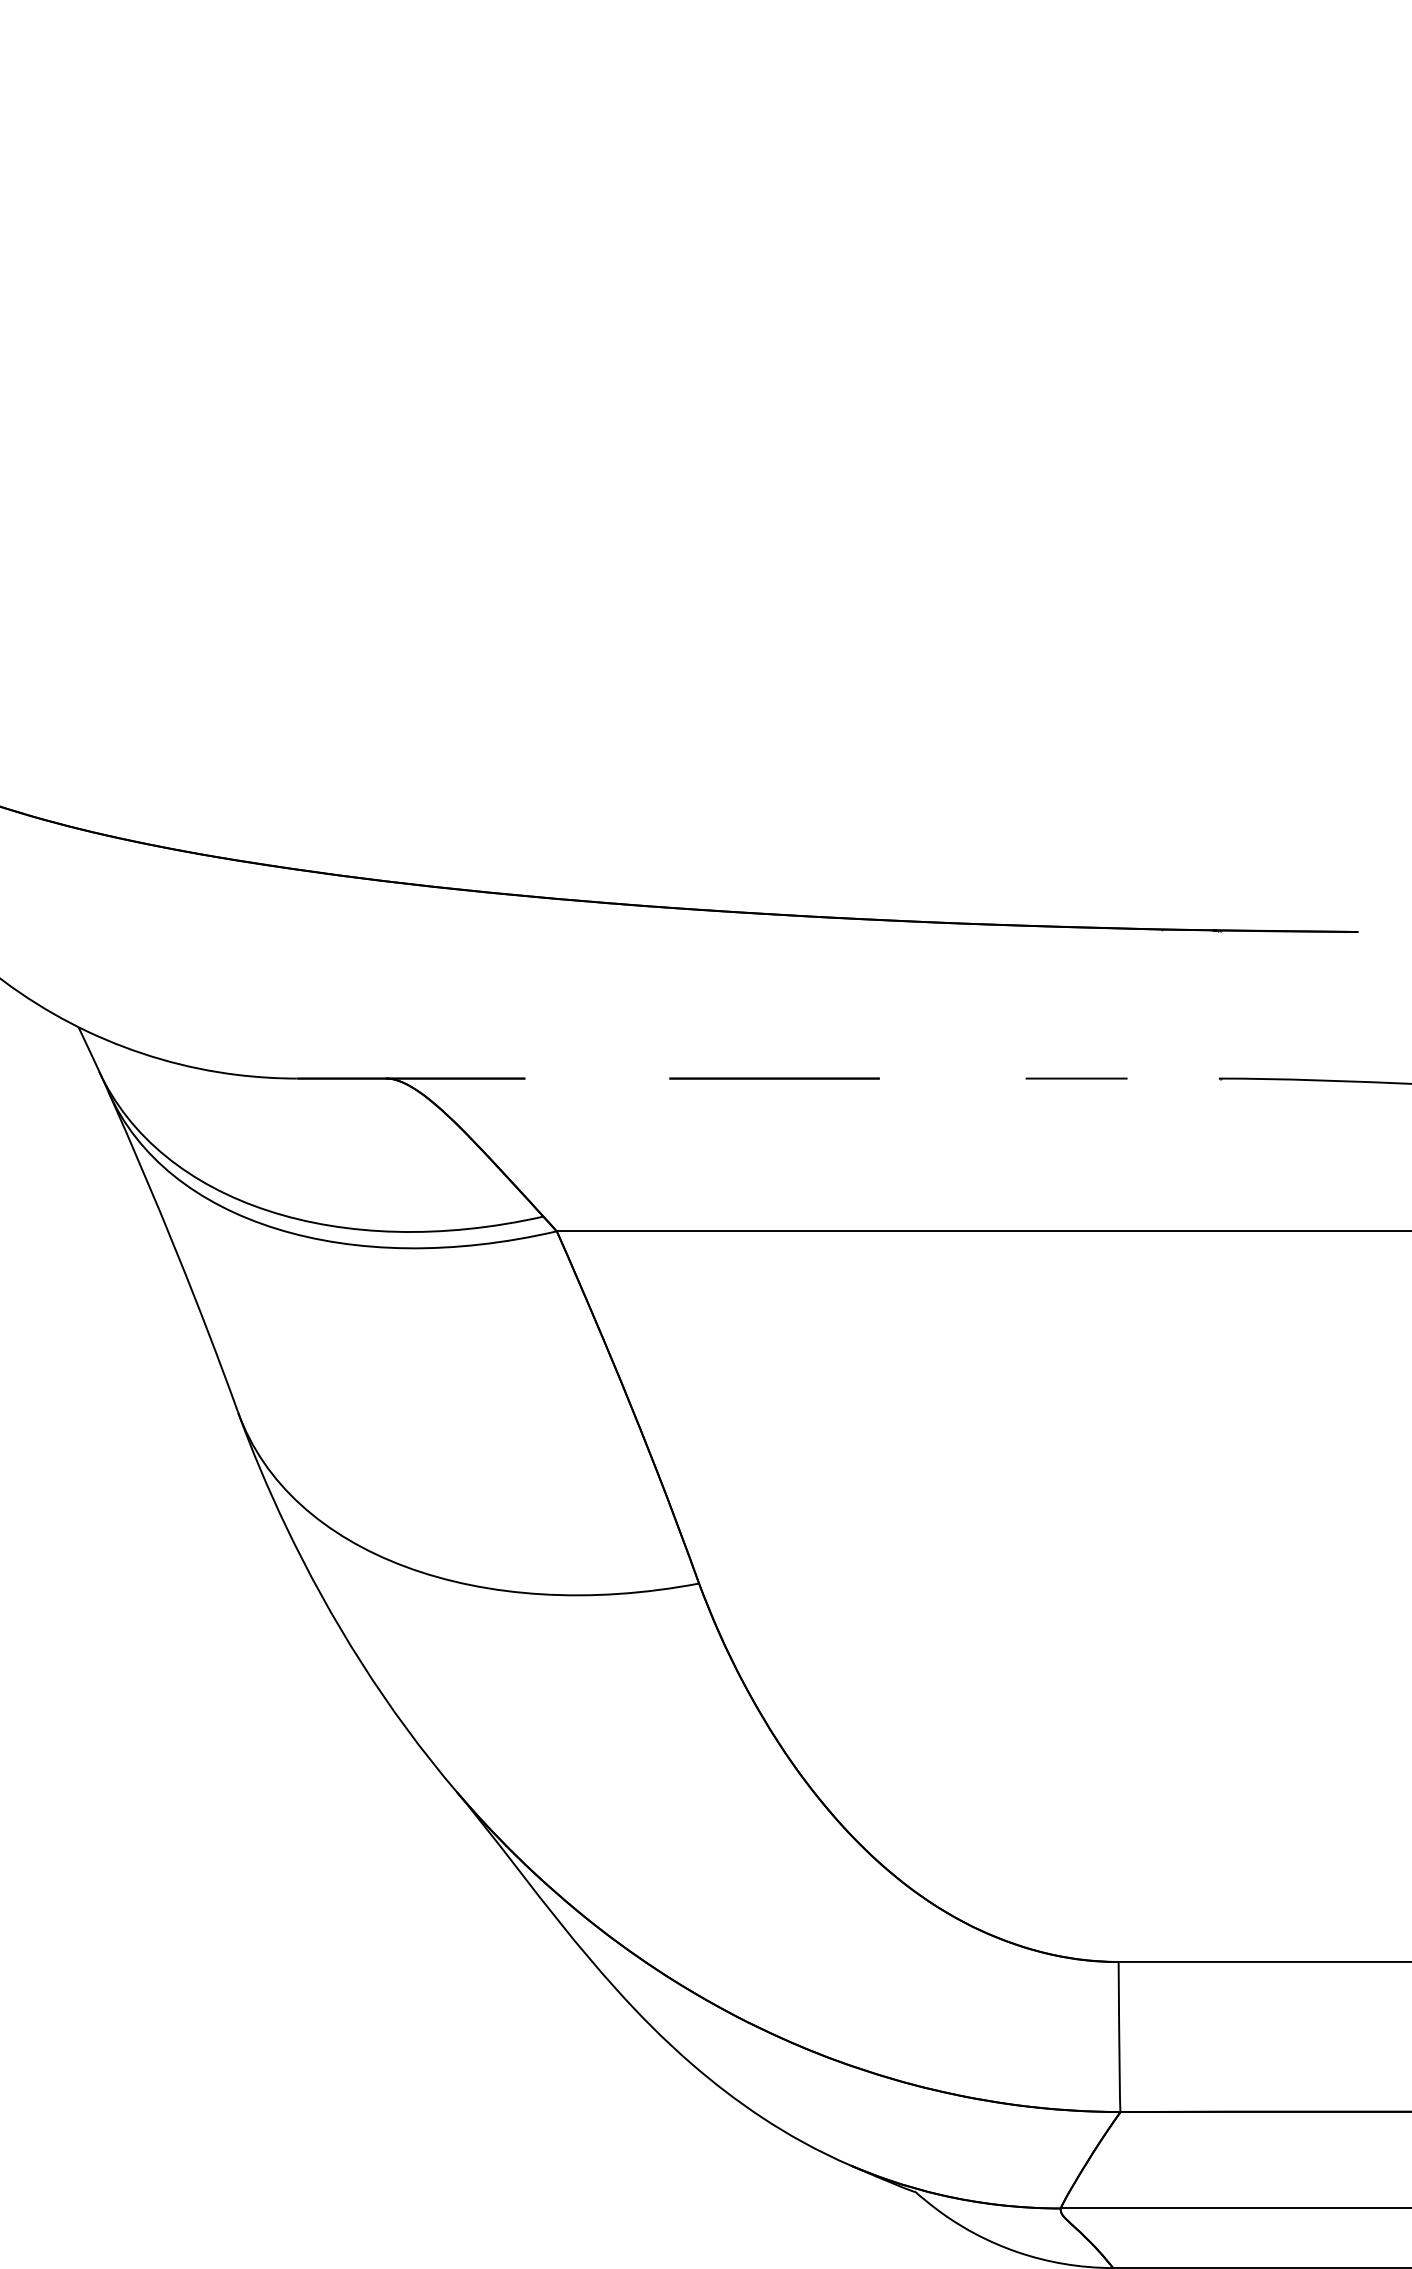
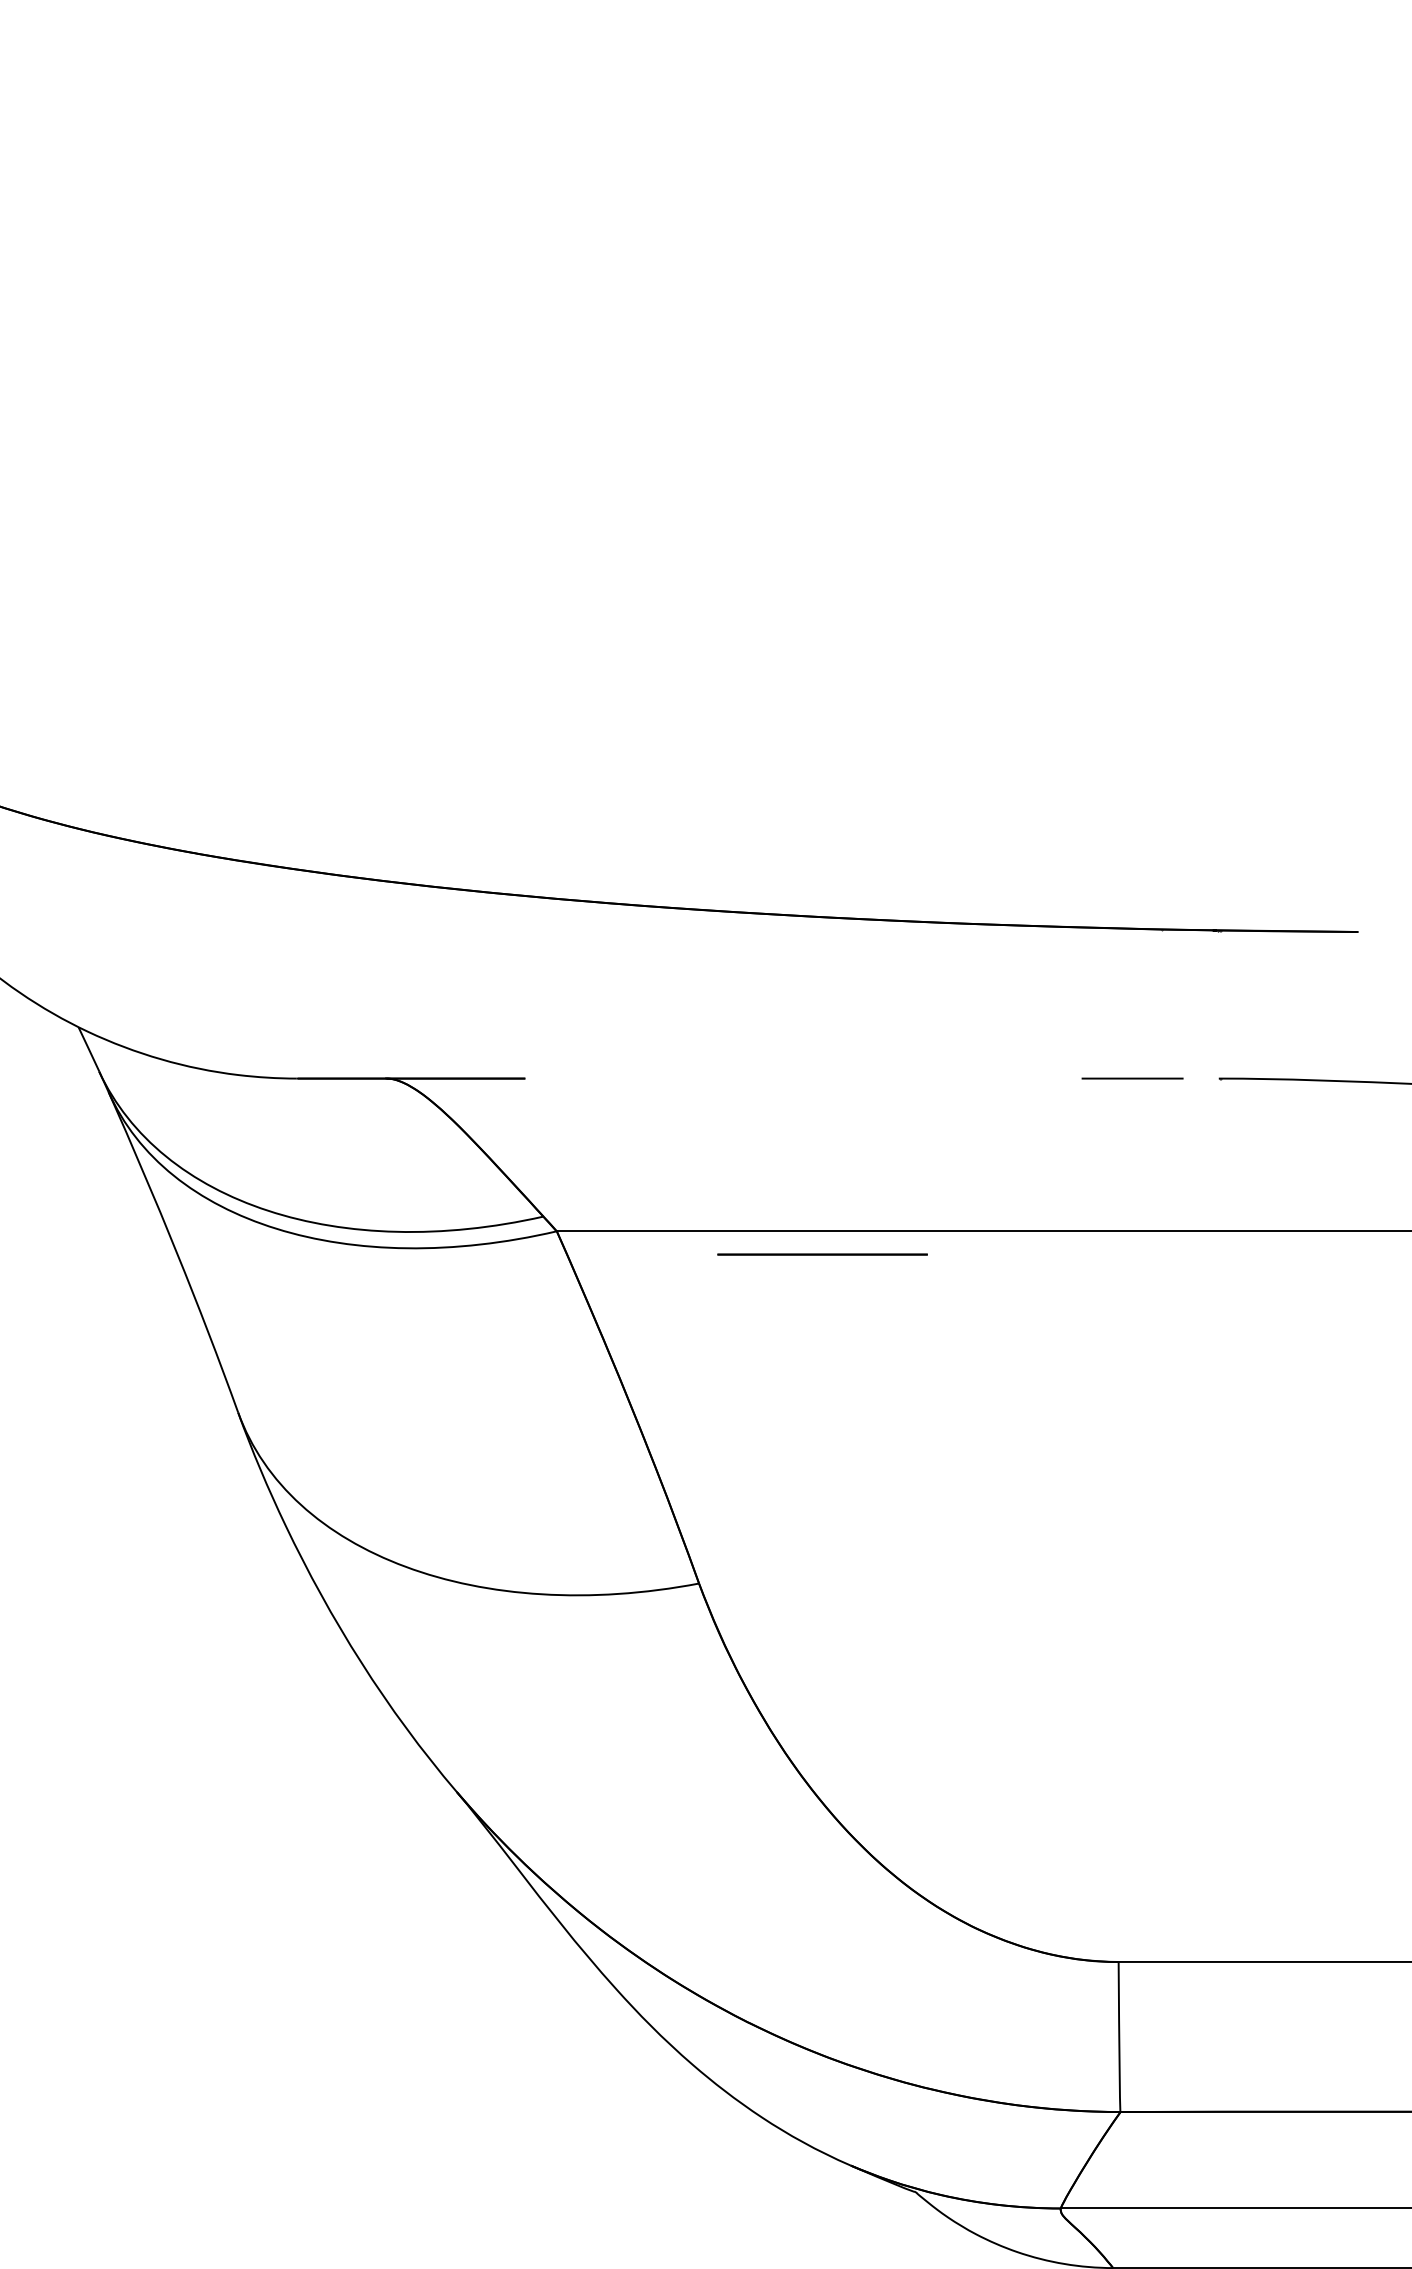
line at (774, 1078) position: (774, 1078) -> (822, 1254)
line at (1076, 1078) position: (1076, 1078) -> (1132, 1078)
